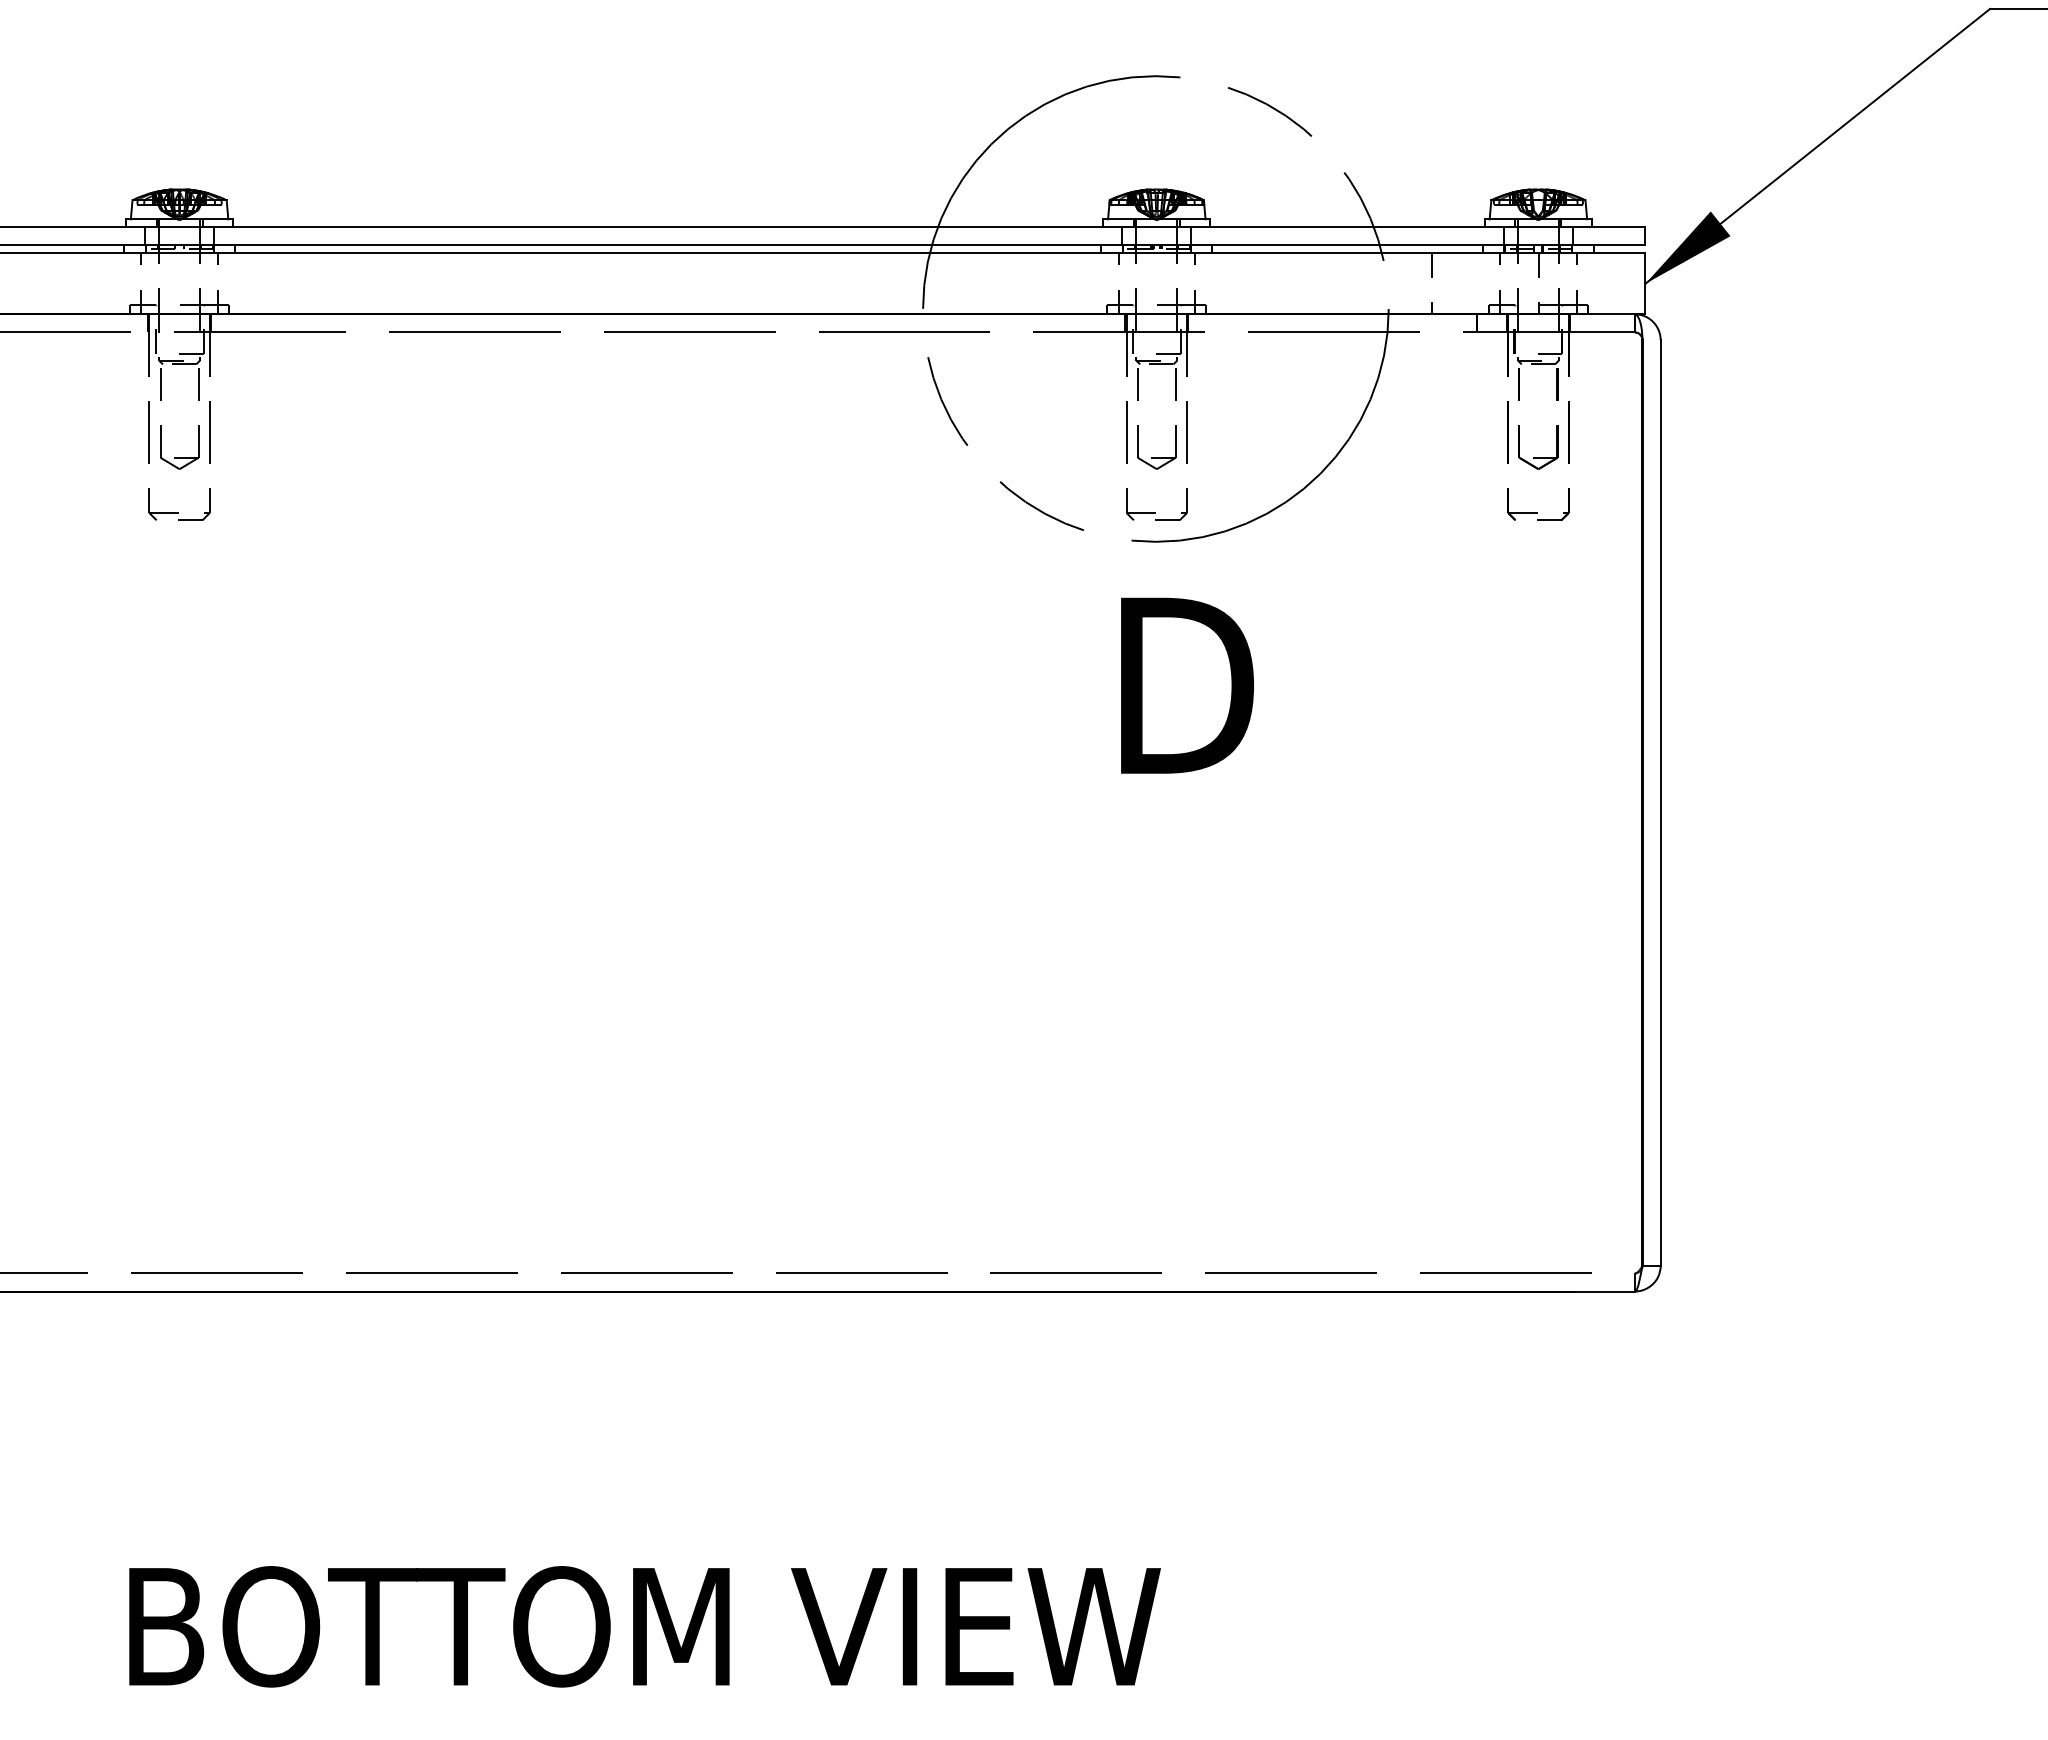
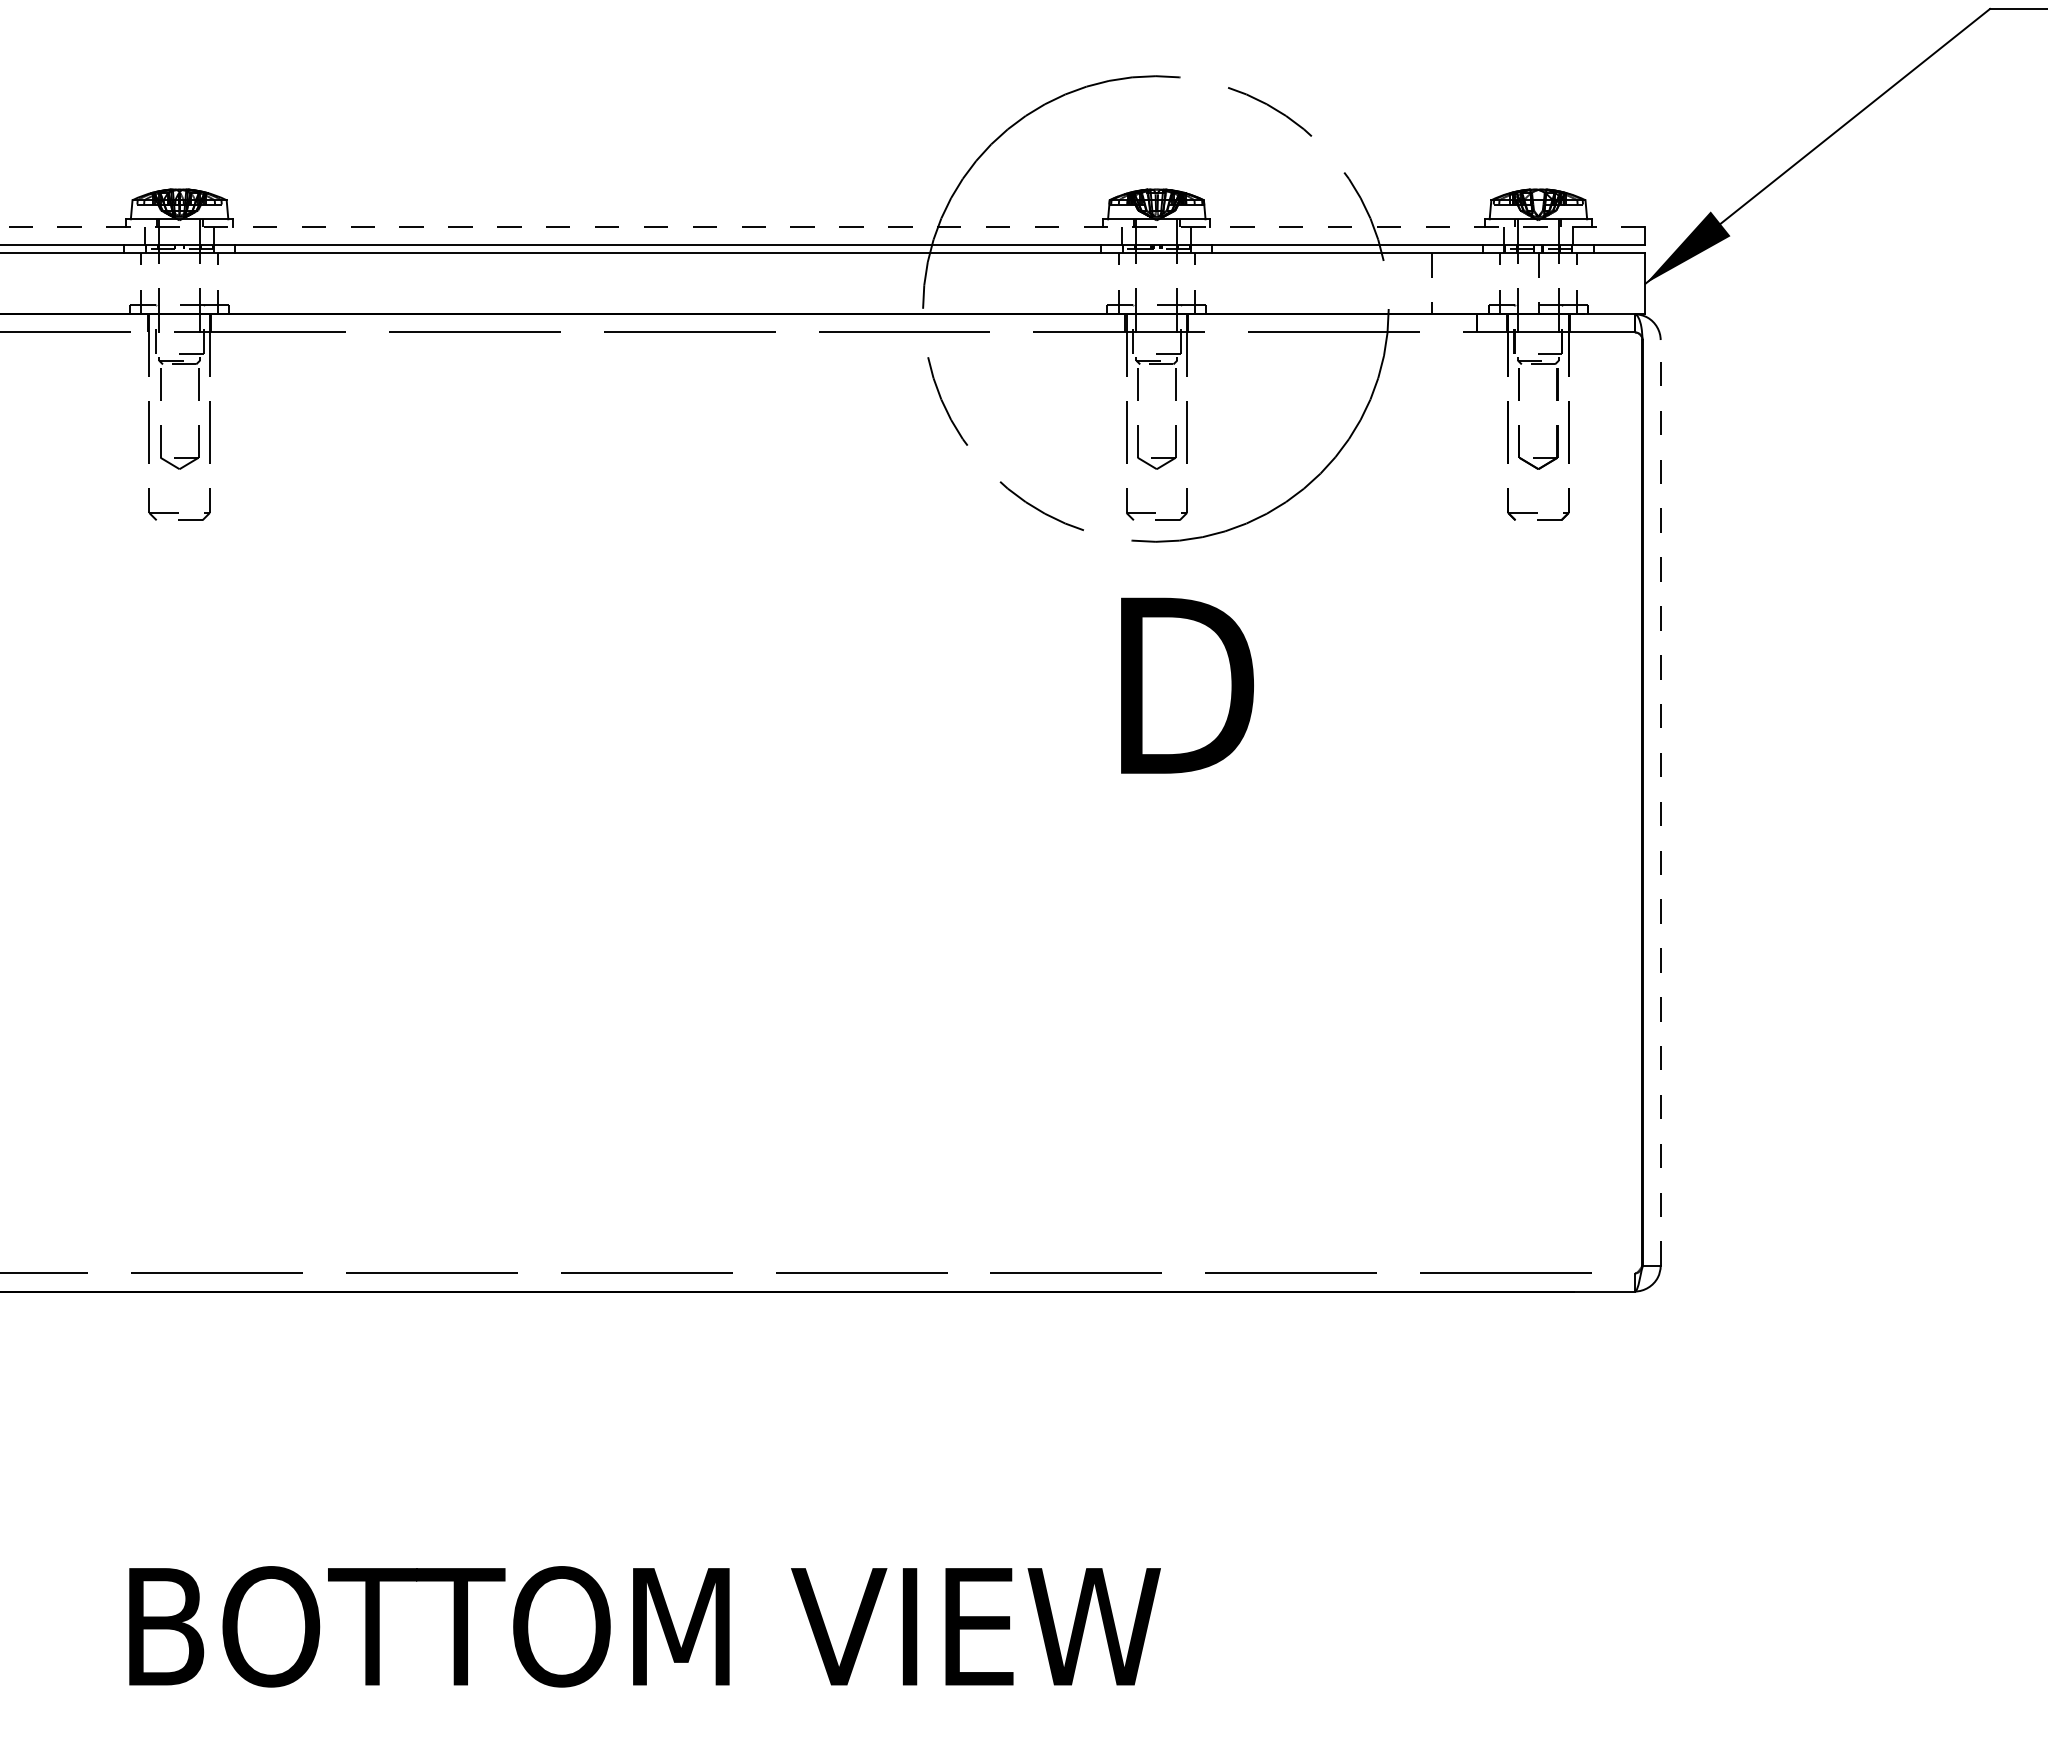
line at (822, 227): solid -> dashed
line at (1660, 802): solid -> dashed
